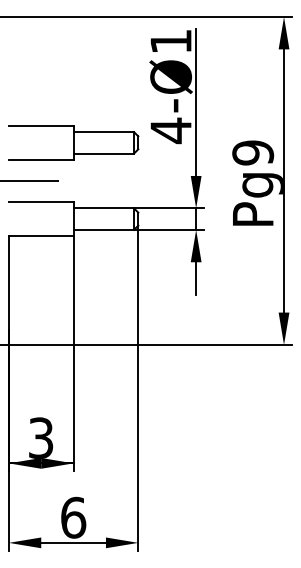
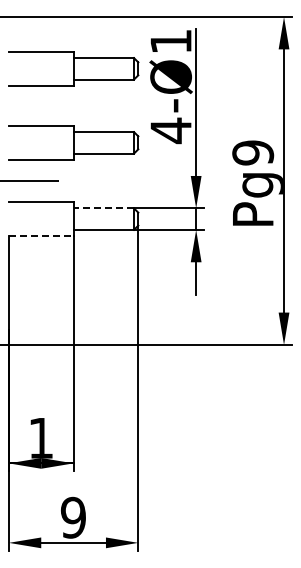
part at (73, 68): none -> present
line at (103, 208): solid -> dashed
line at (41, 236): solid -> dashed
text at (41, 437): 3 -> 1
text at (73, 517): 6 -> 9
